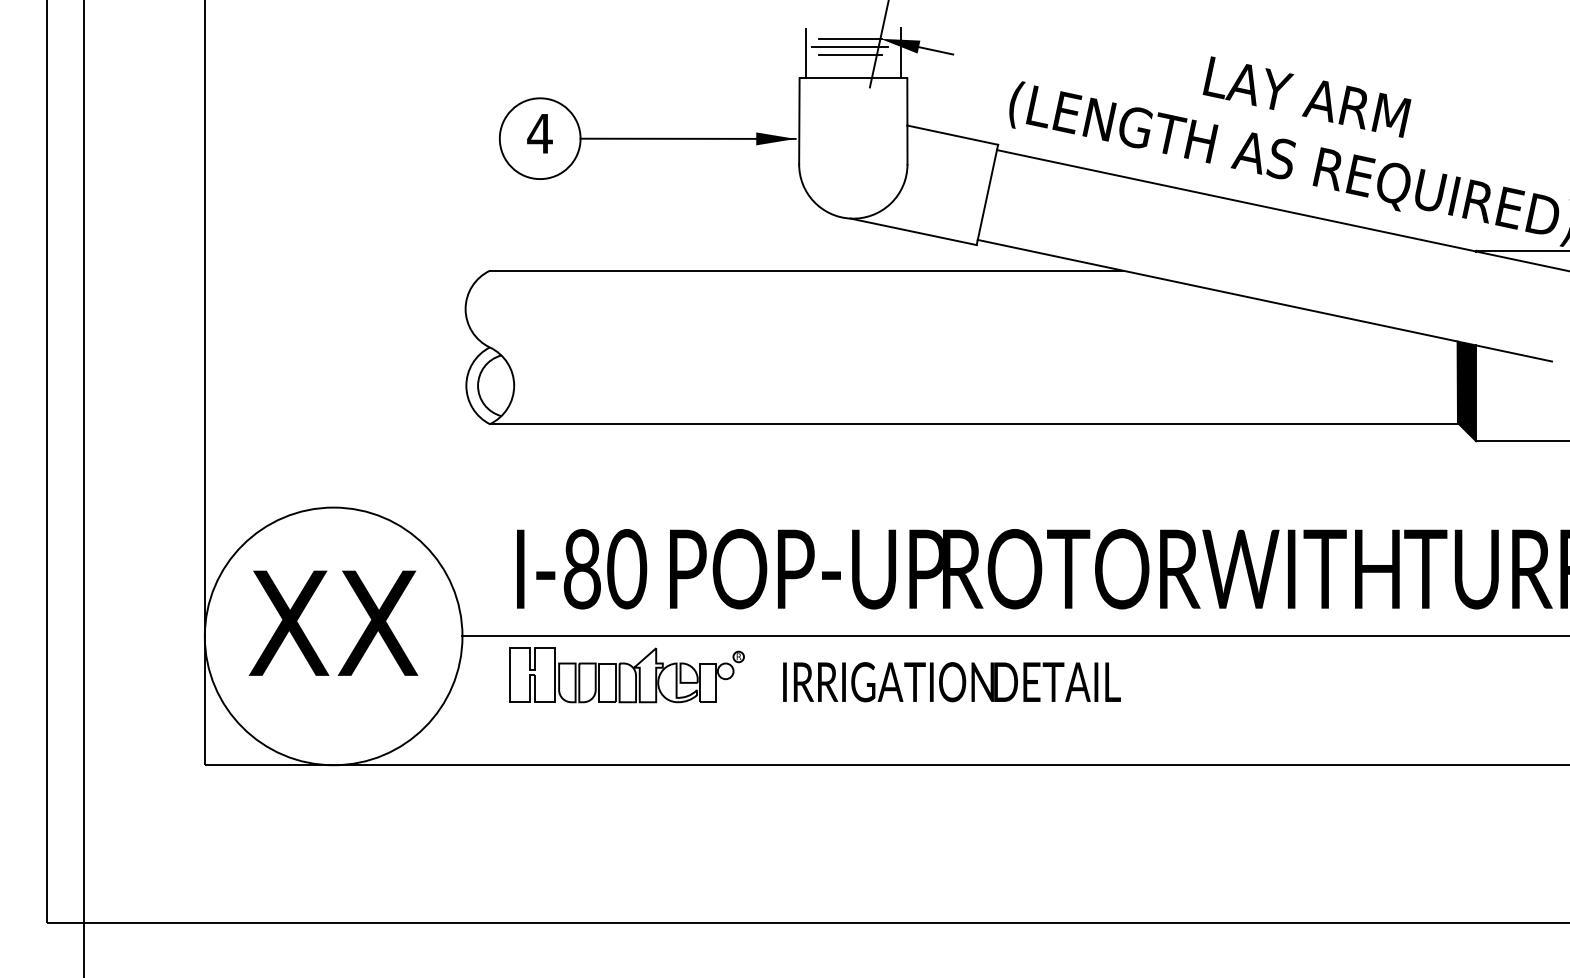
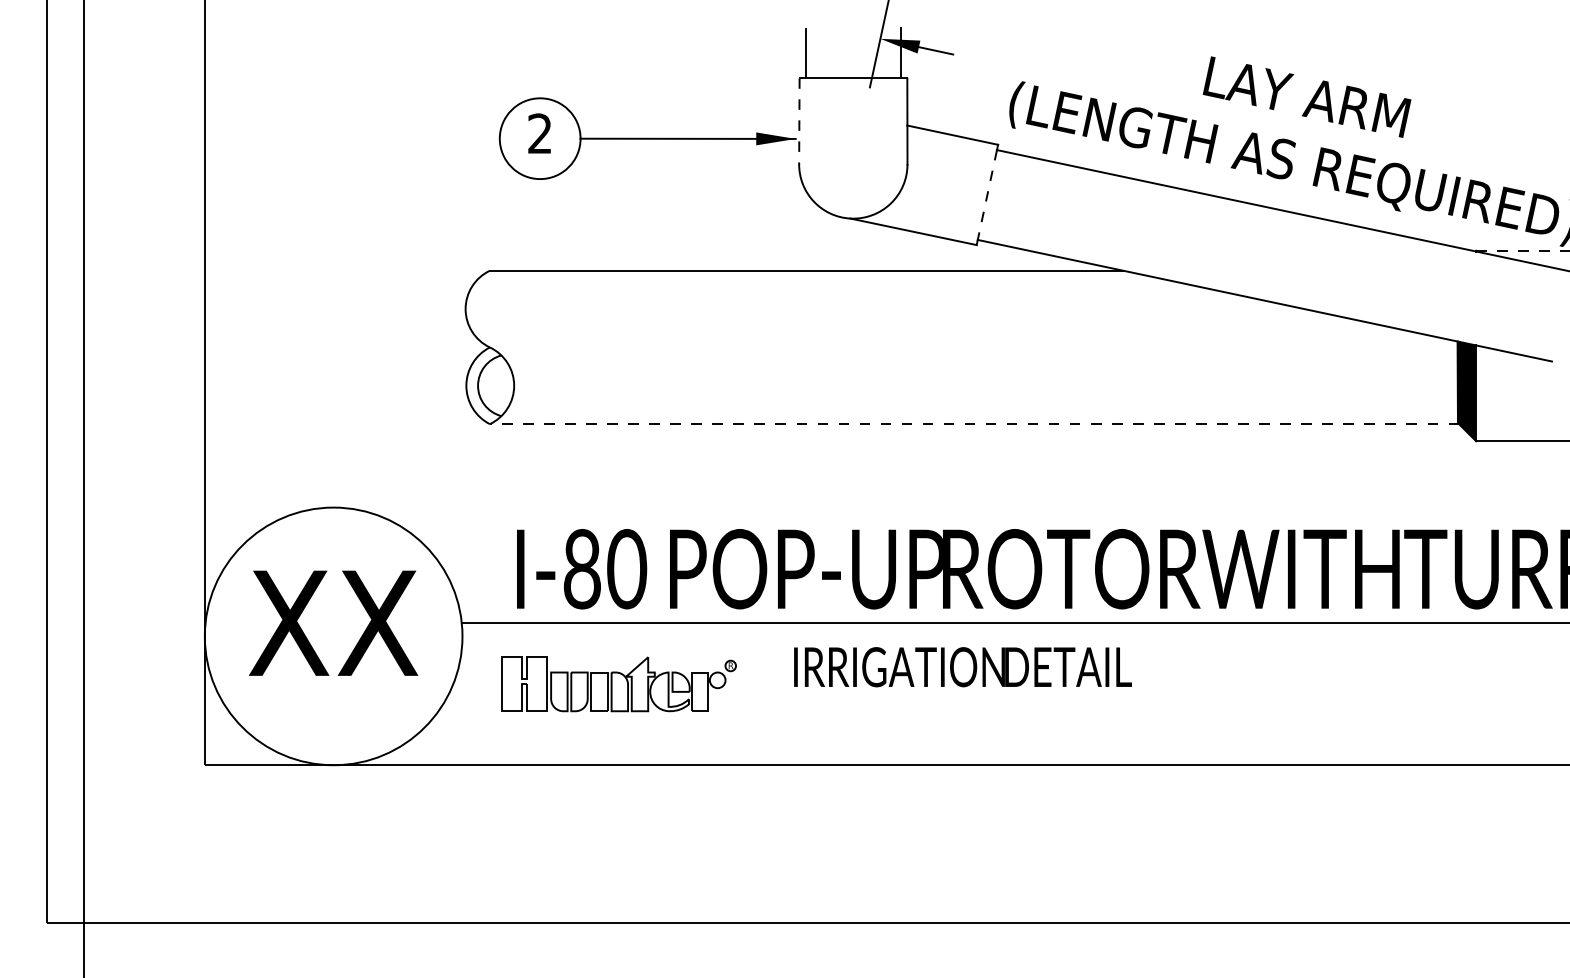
line at (849, 38): present -> none
line at (850, 46): present -> none
line at (849, 55): present -> none
line at (799, 121): solid -> dashed
text at (539, 133): 4 -> 2
line at (987, 195): solid -> dashed
line at (1523, 250): solid -> dashed
line at (974, 424): solid -> dashed
line at (1014, 636) position: (1014, 636) -> (1014, 623)
part at (626, 675) position: (626, 675) -> (618, 684)
text at (951, 682) position: (951, 682) -> (962, 667)
